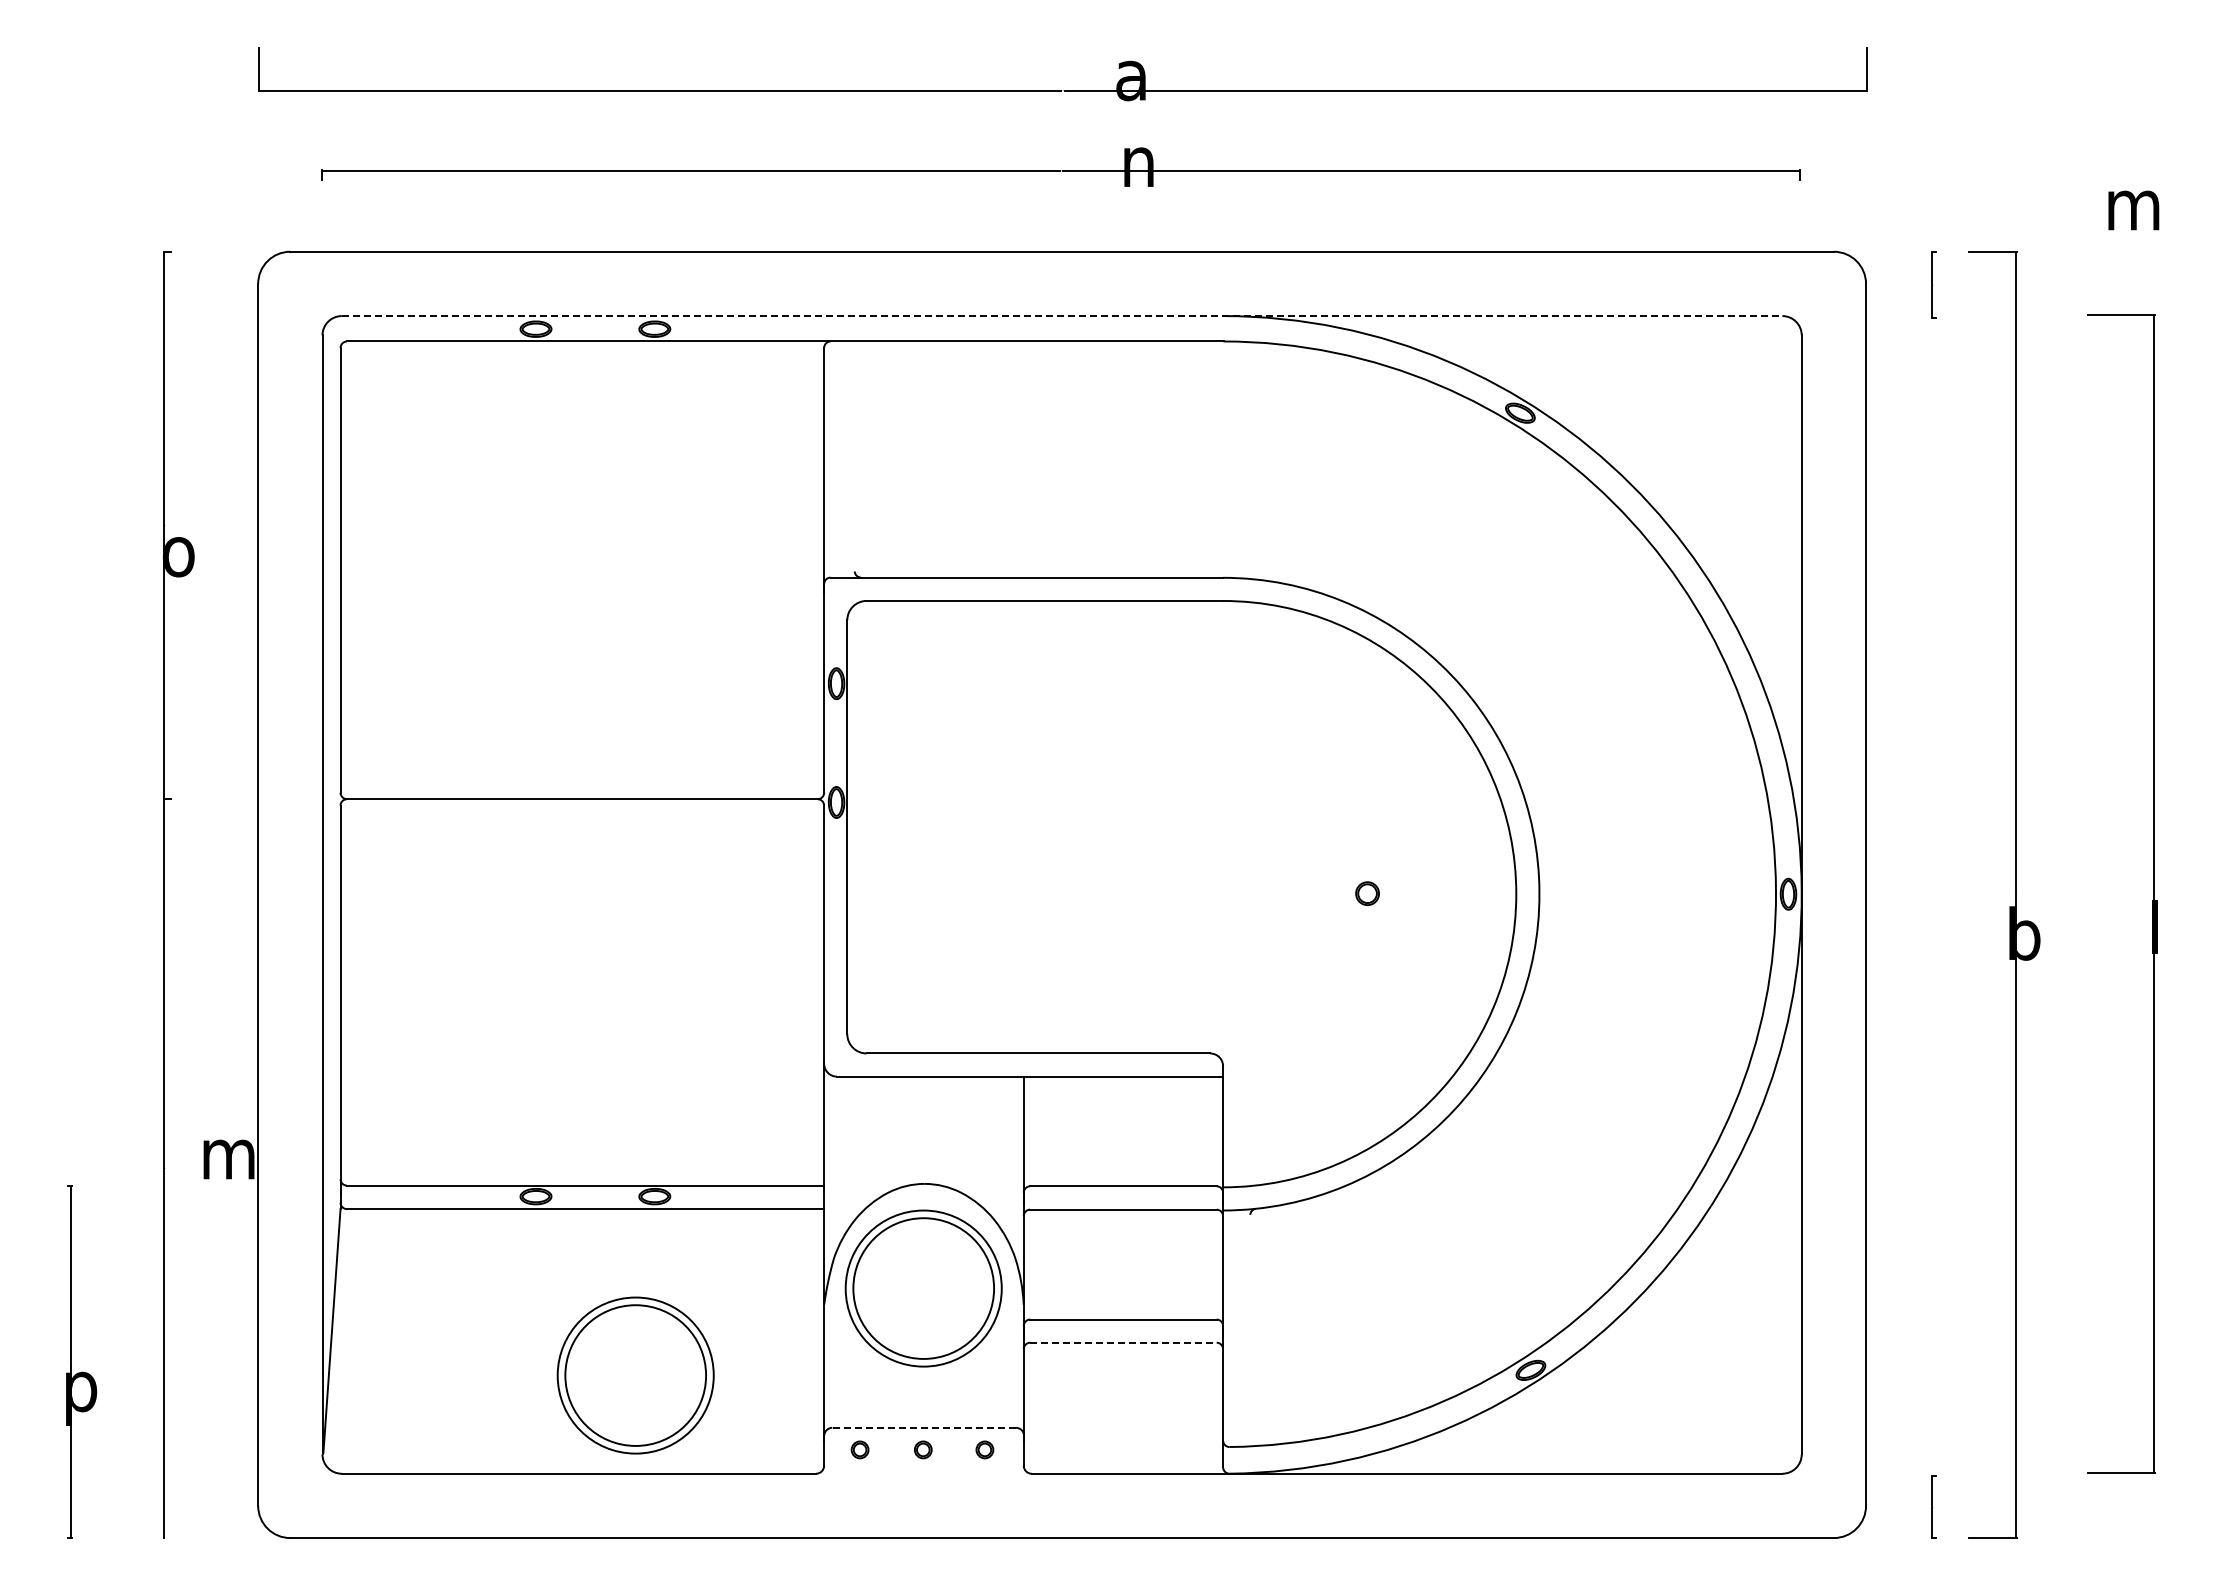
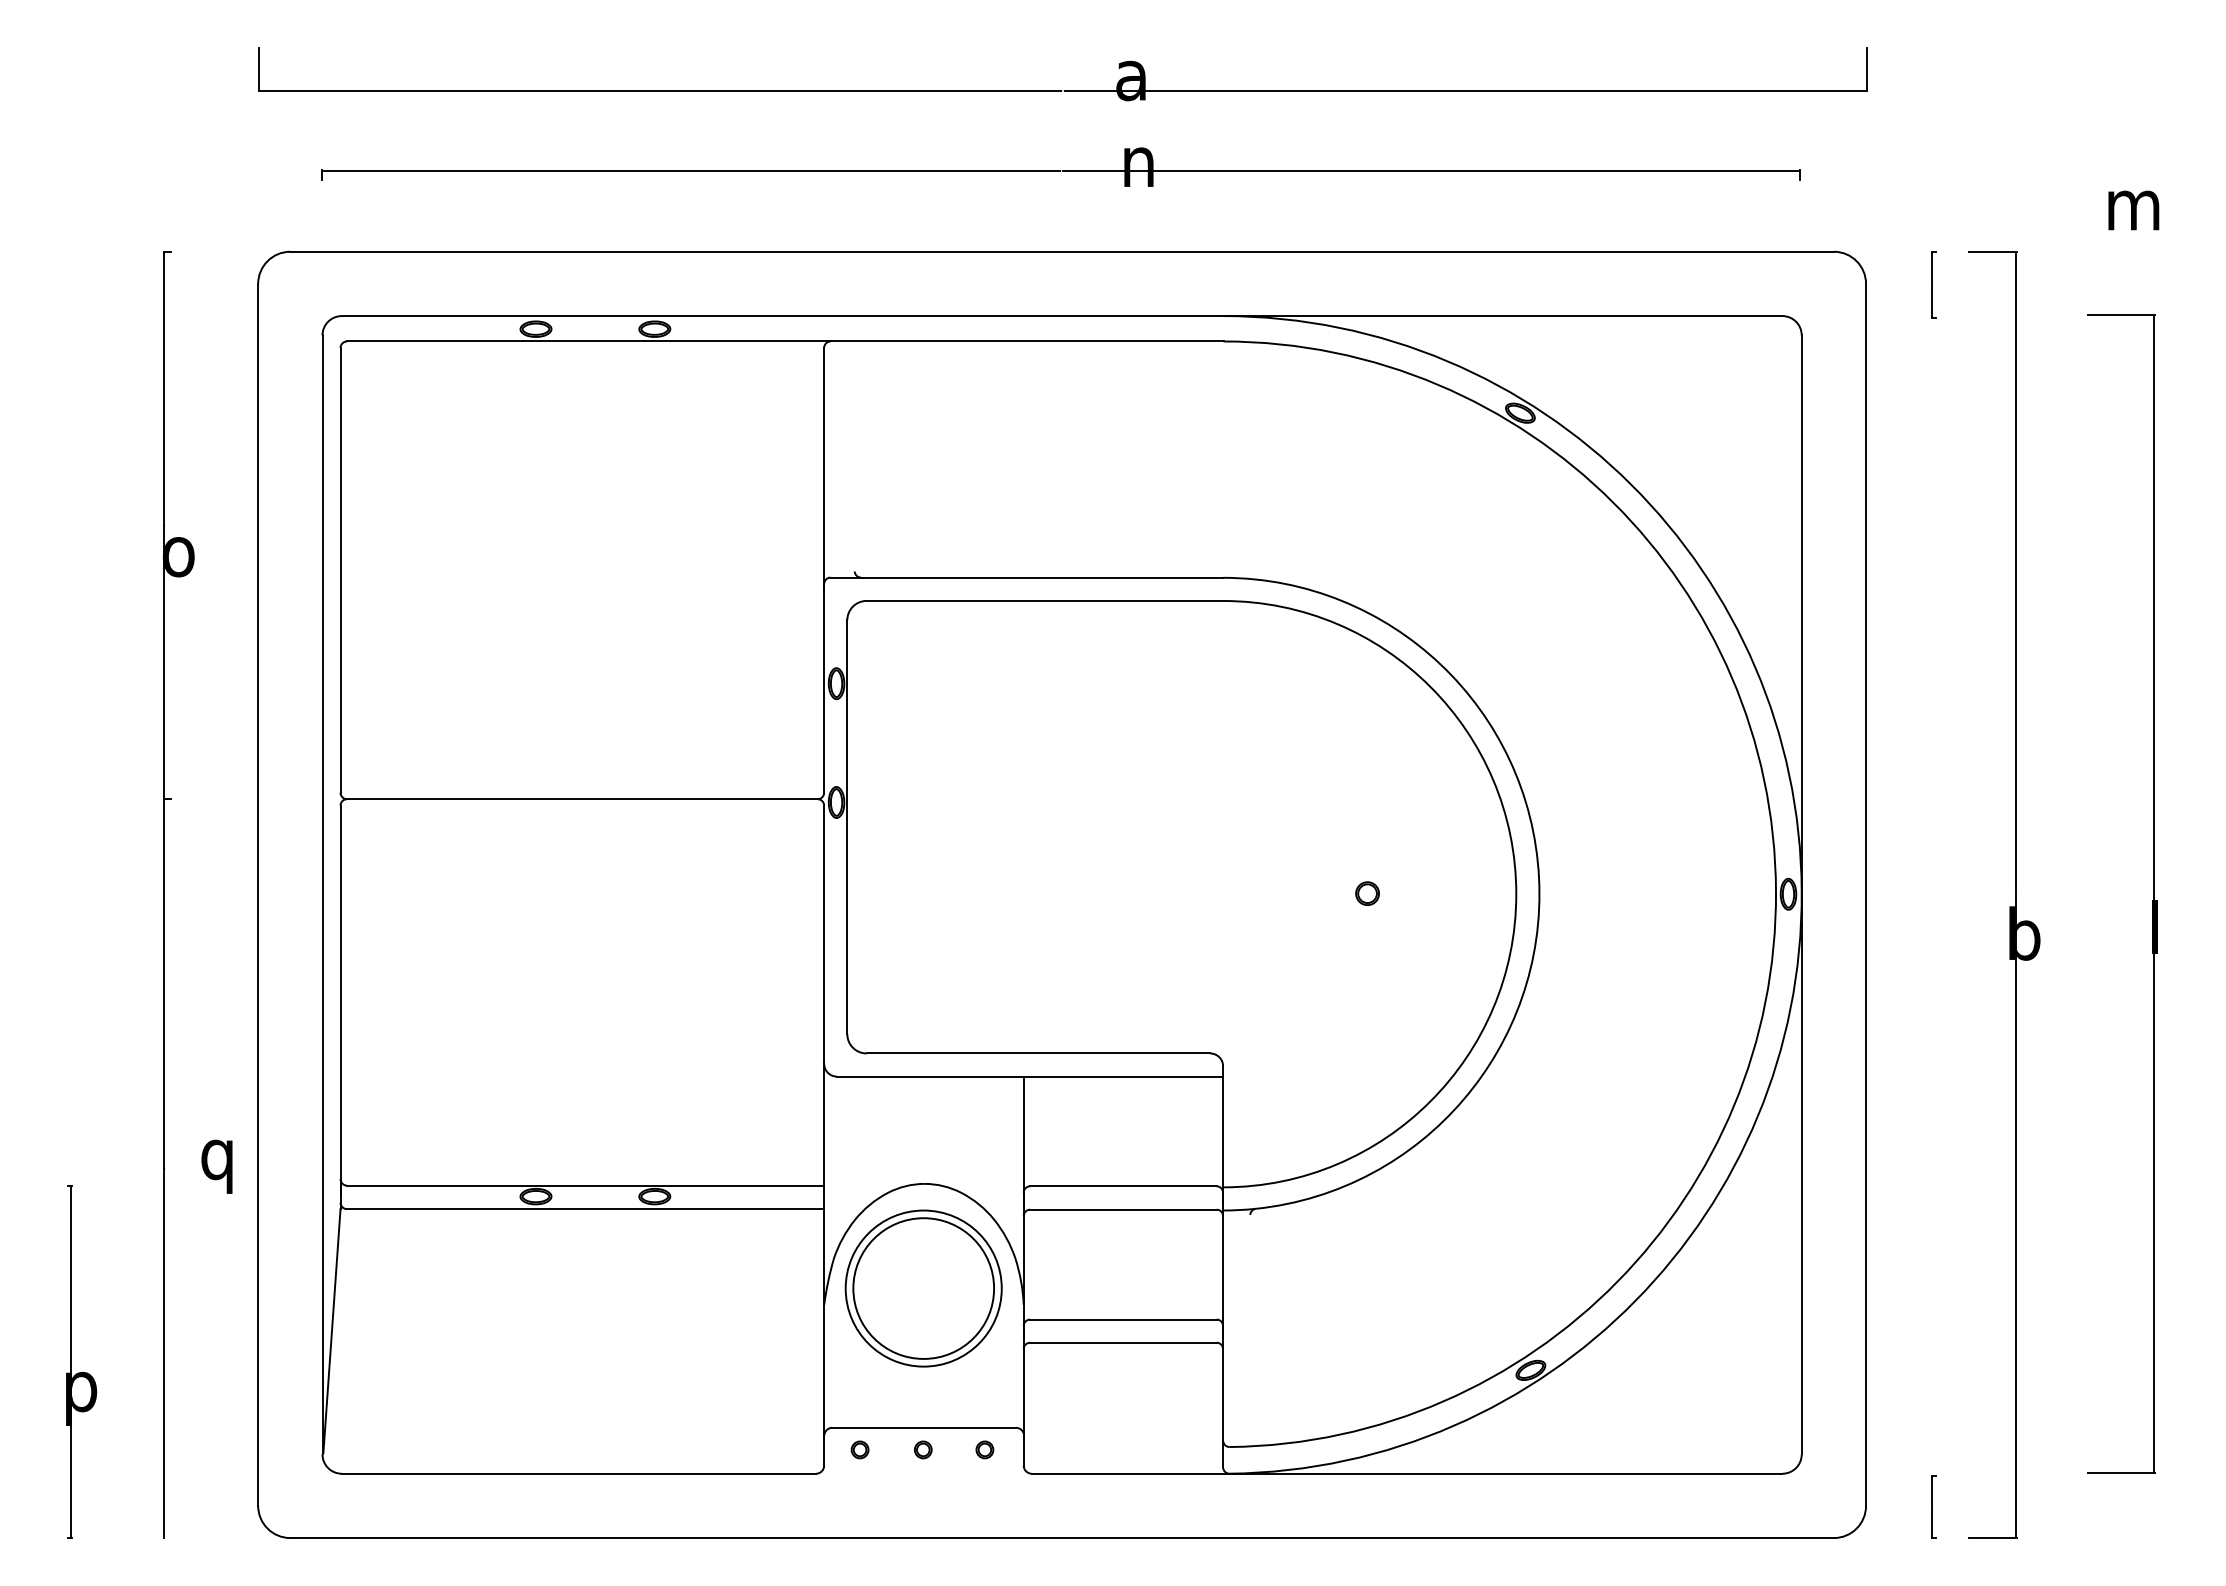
line at (1062, 316): dashed -> solid
text at (227, 1166): m -> q
line at (1123, 1342): dashed -> solid
part at (635, 1375): present -> none
line at (924, 1427): dashed -> solid
